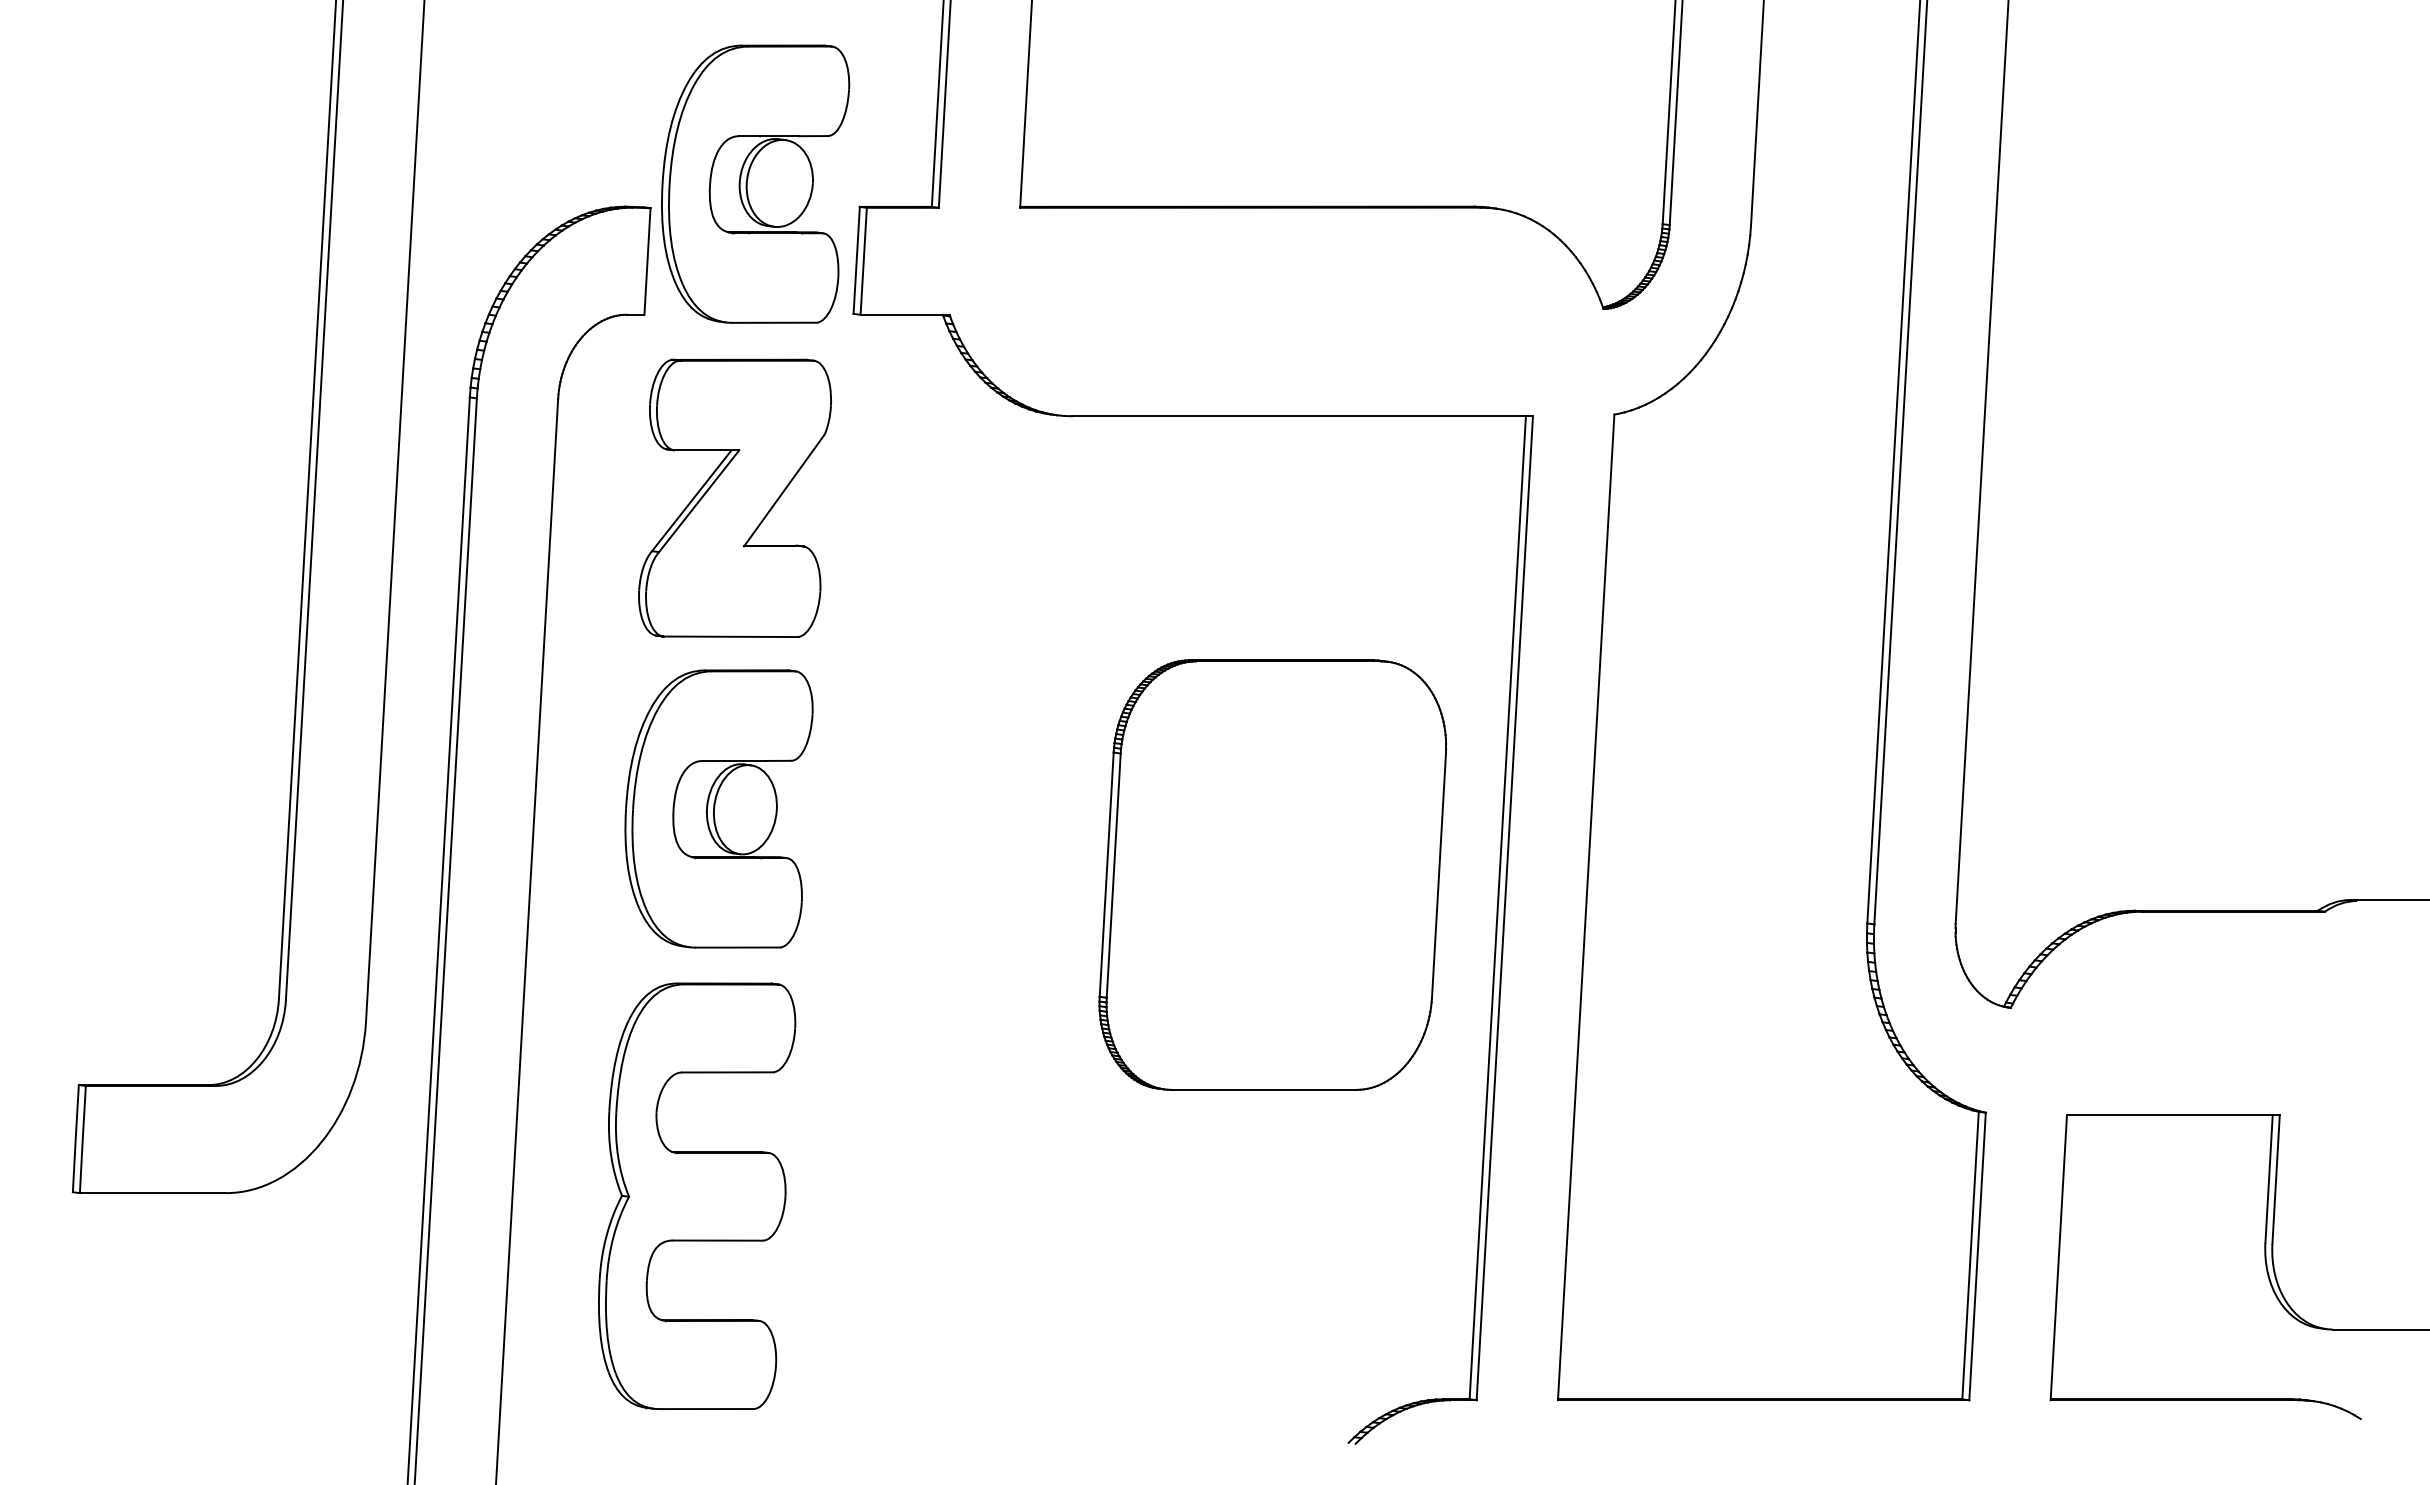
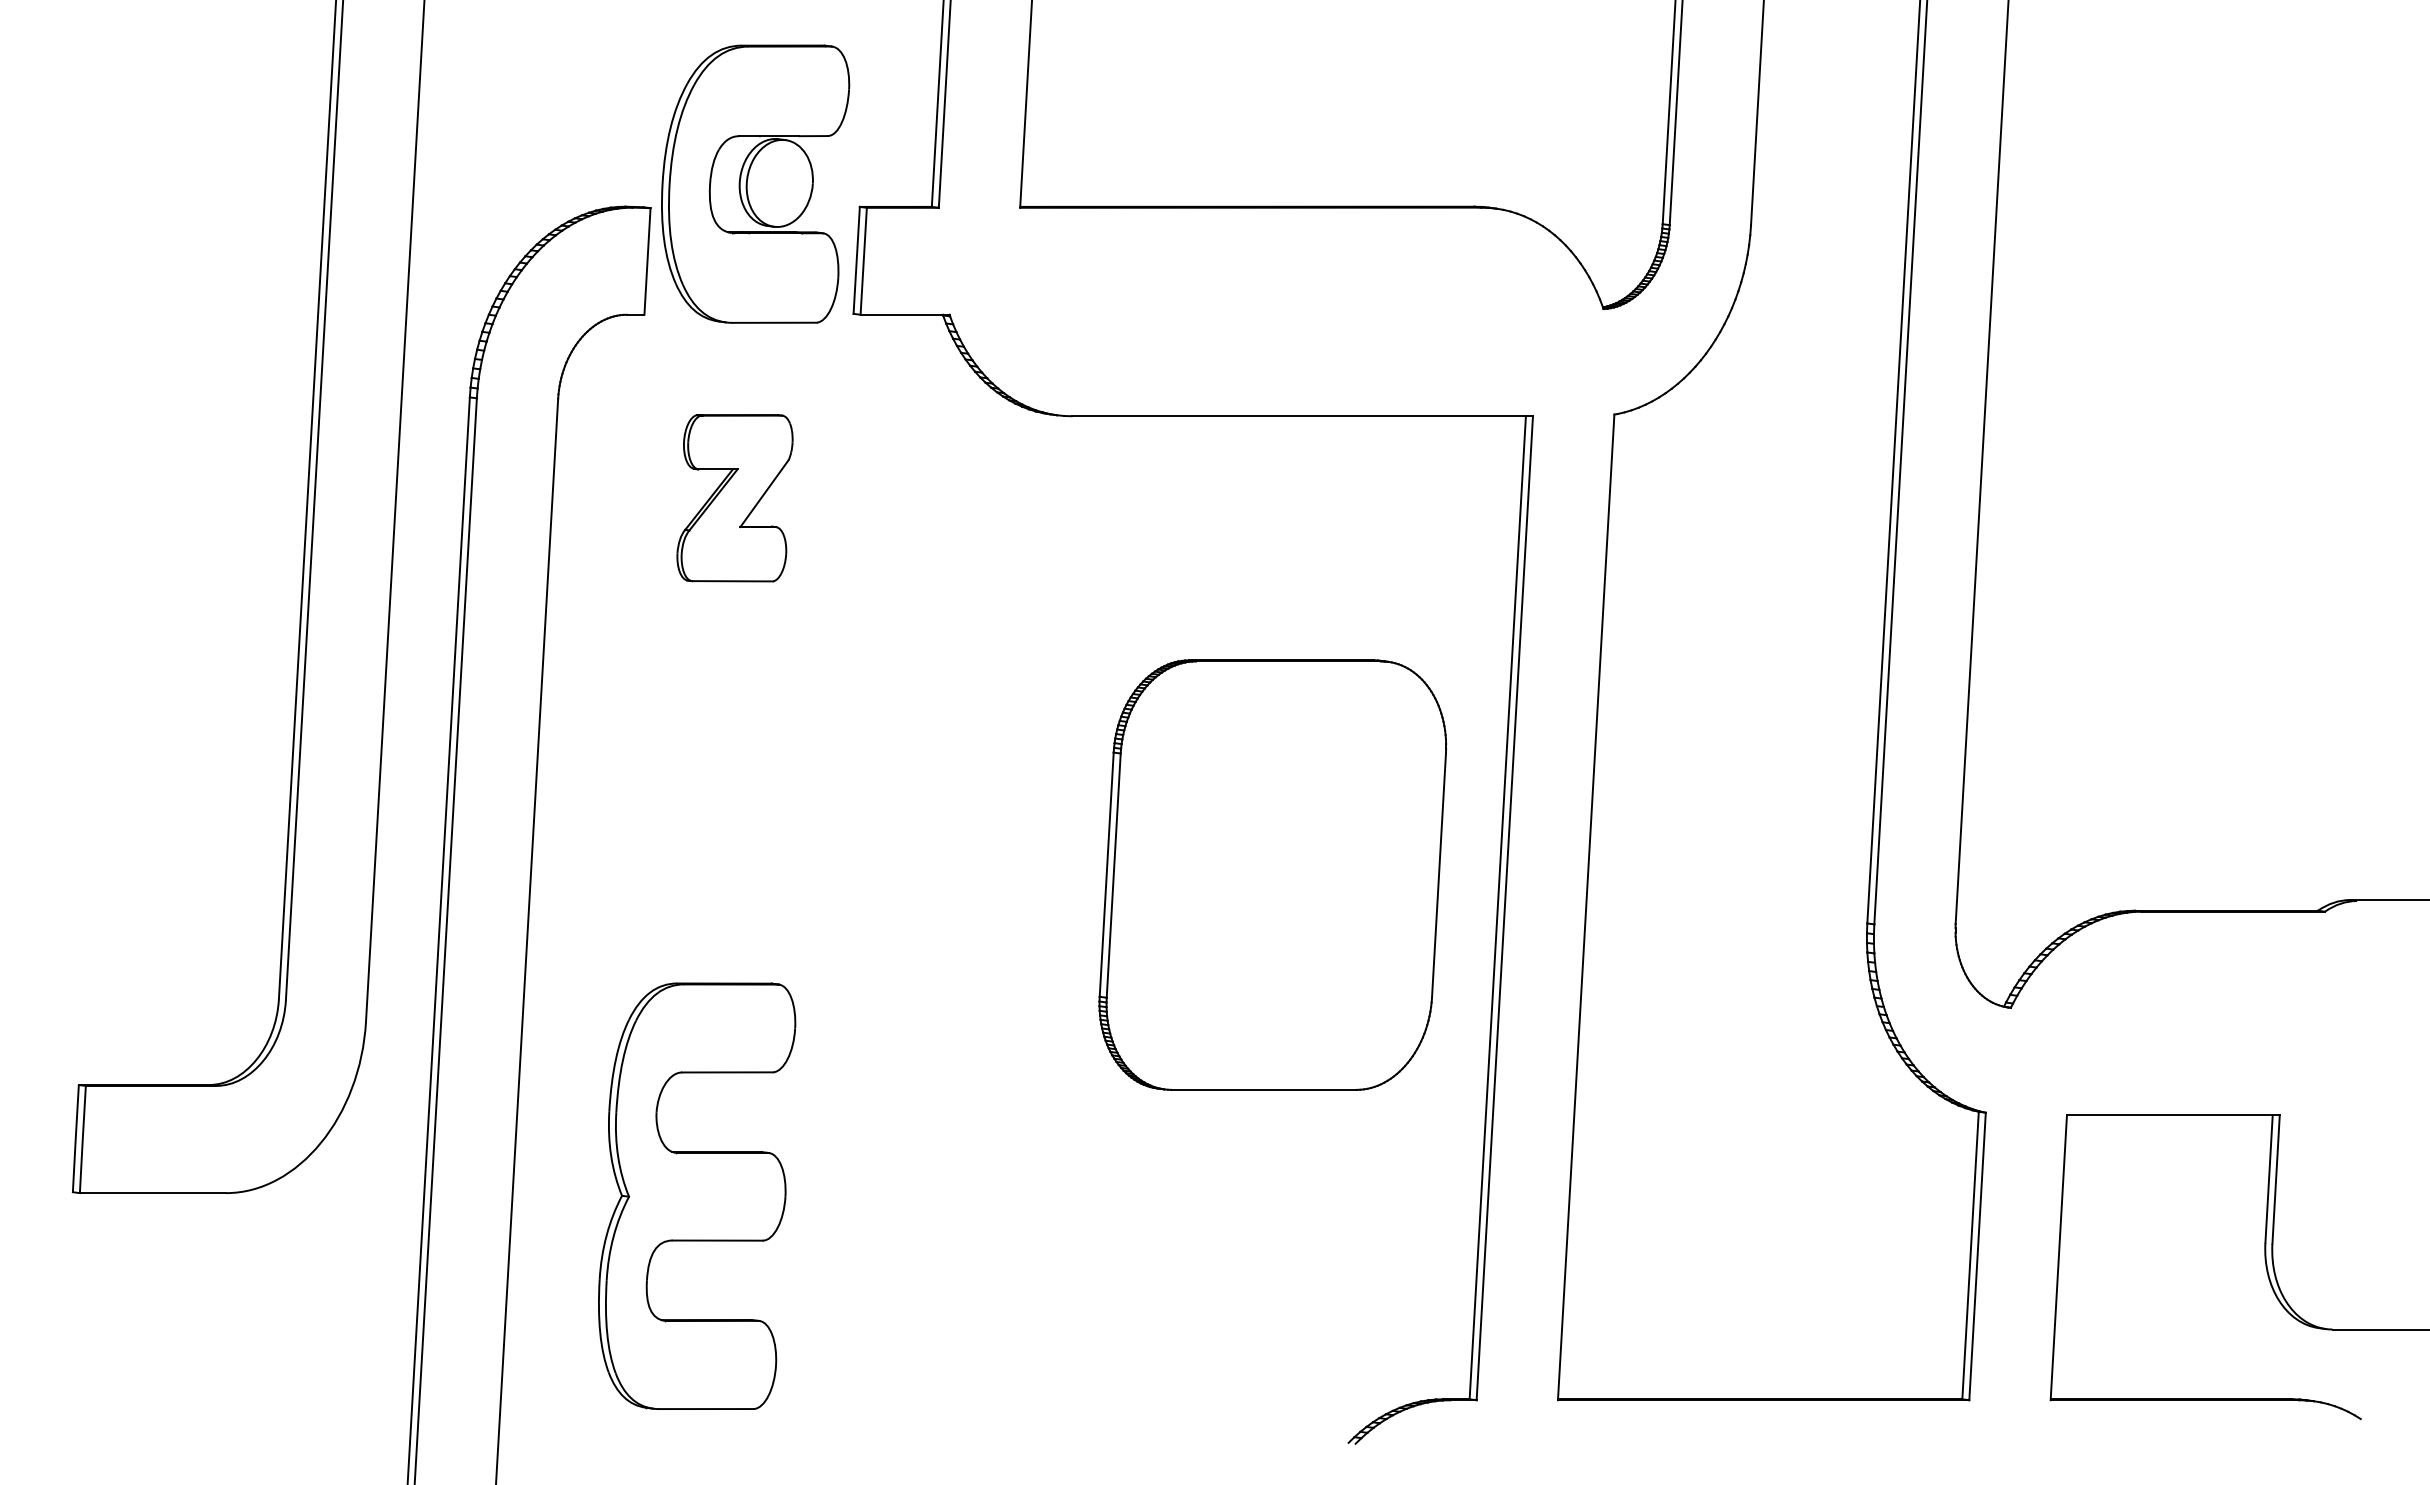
part at (734, 497) size: 194x280 px -> 118x169 px
part at (718, 808): present -> none
